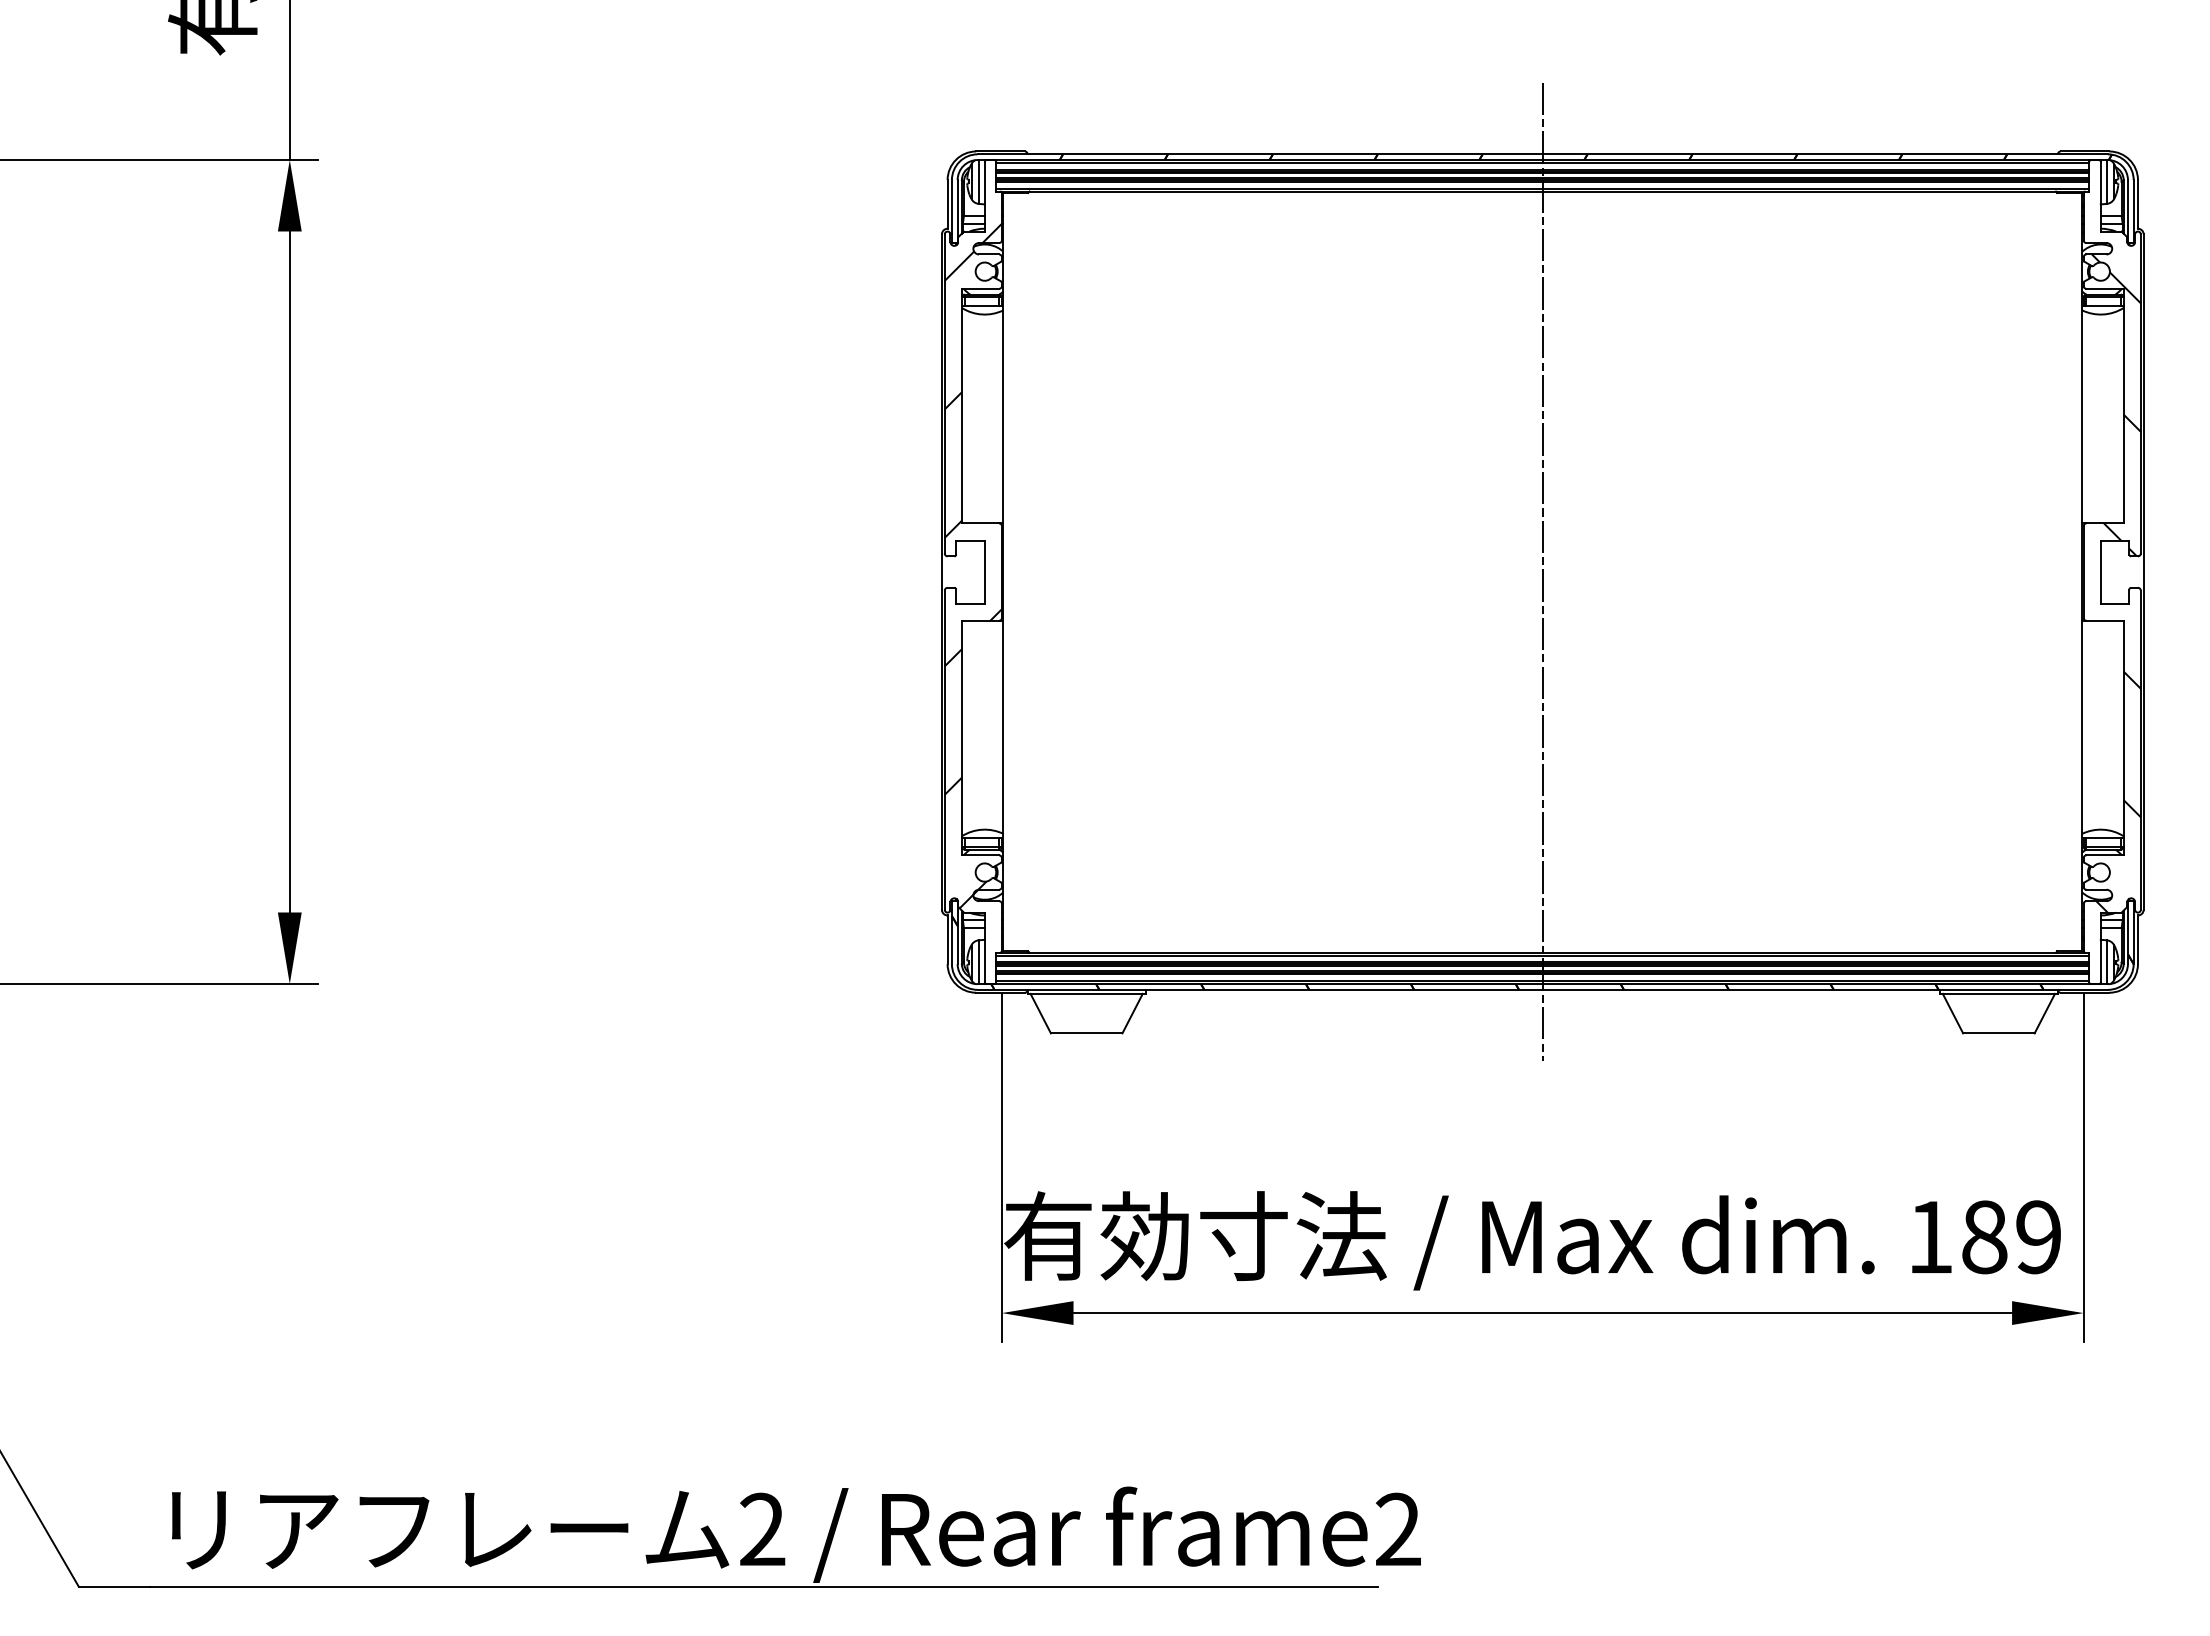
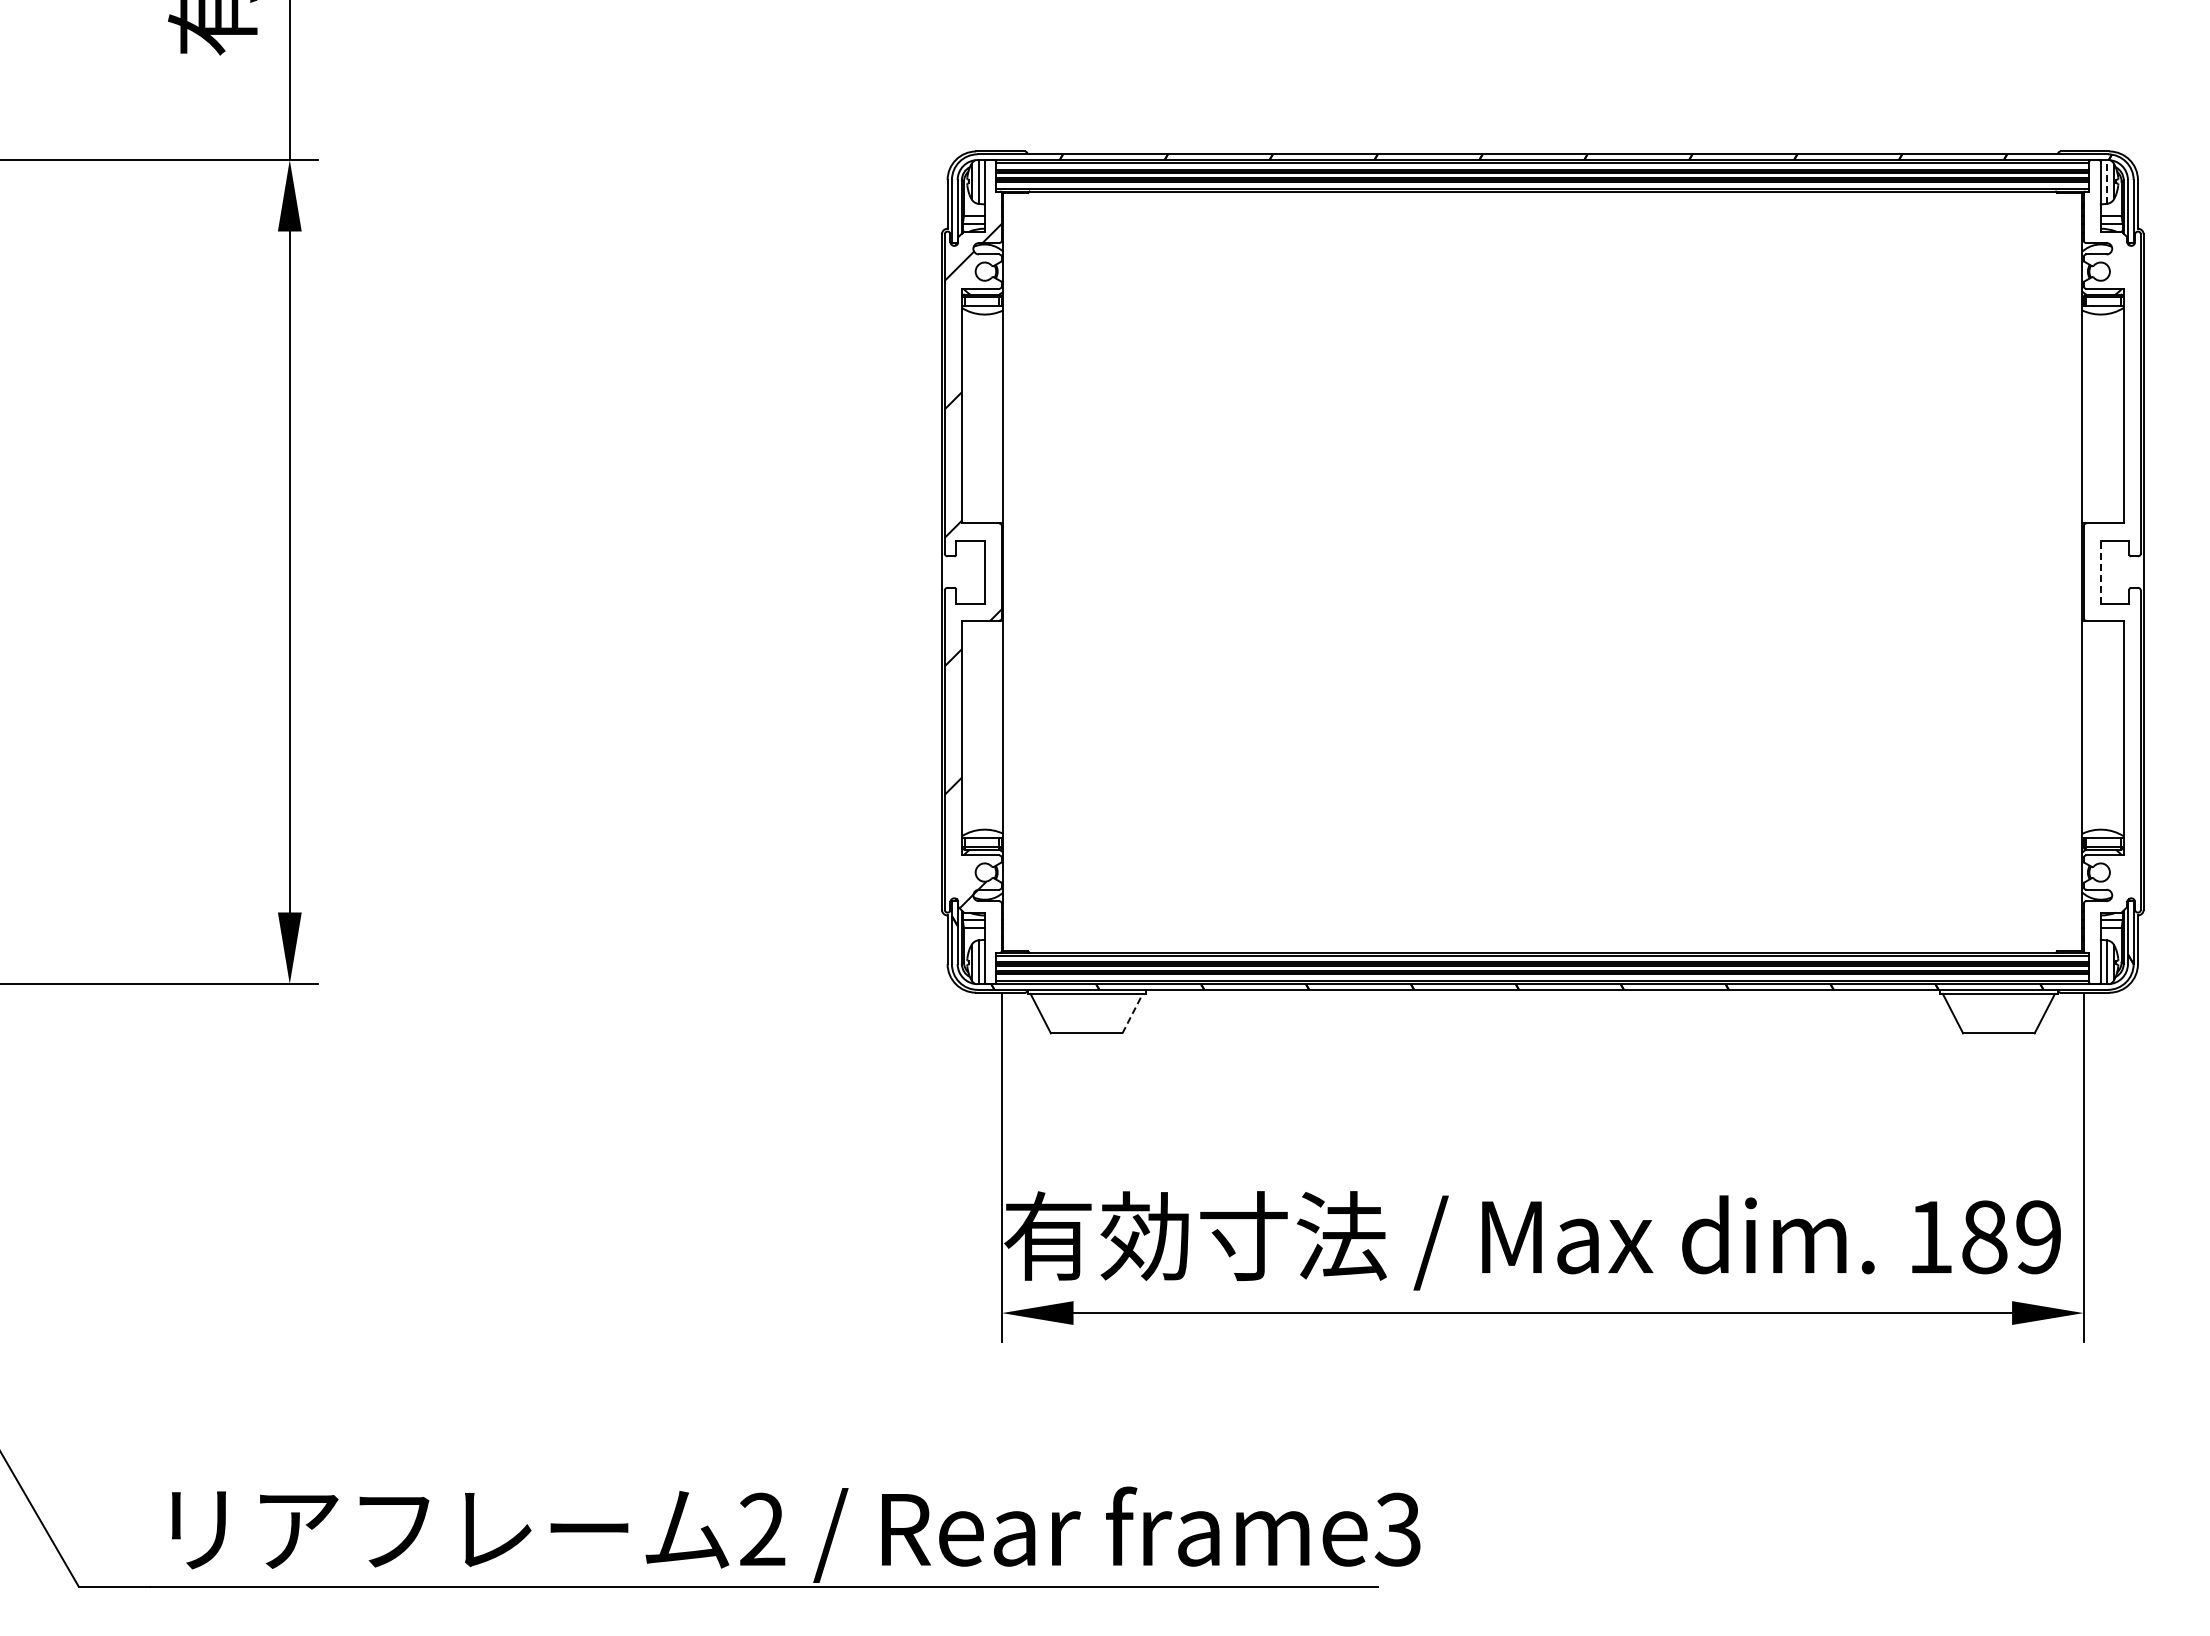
line at (2106, 181): solid -> dashed
line at (1542, 571): present -> none
line at (2100, 571): solid -> dashed
hatch at (2116, 583): present -> none
line at (1132, 1013): solid -> dashed
text at (1397, 1529): frame2 -> frame3
